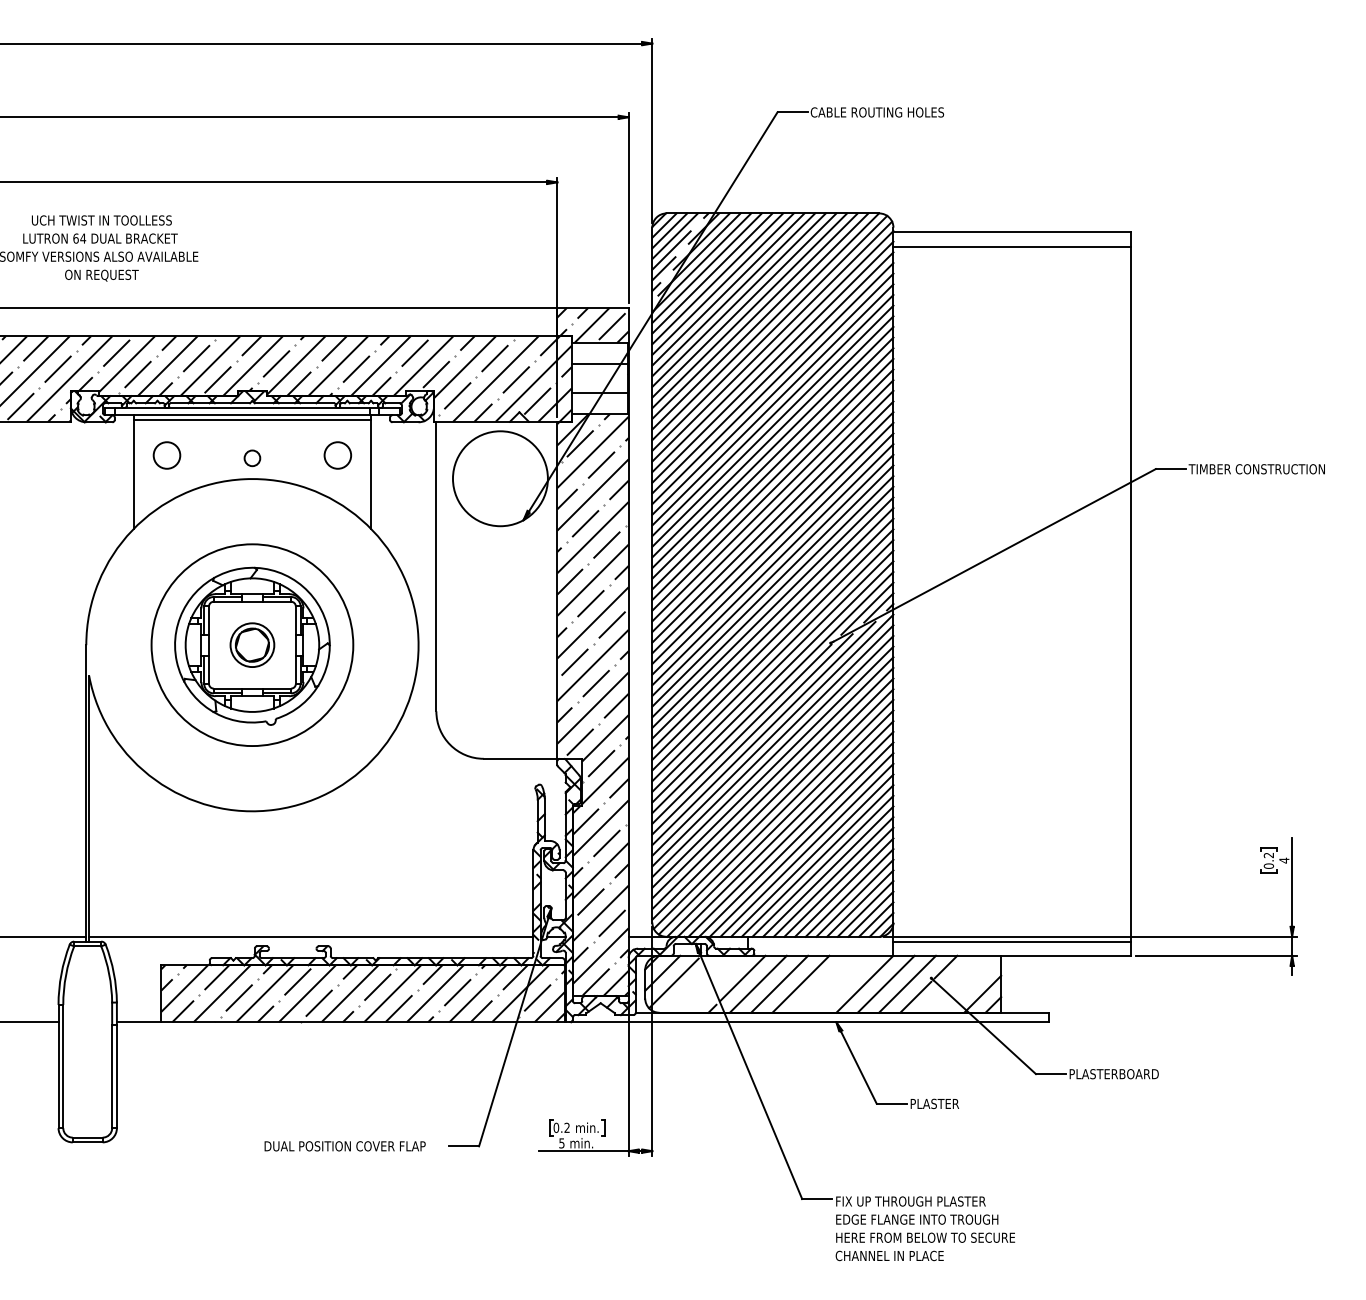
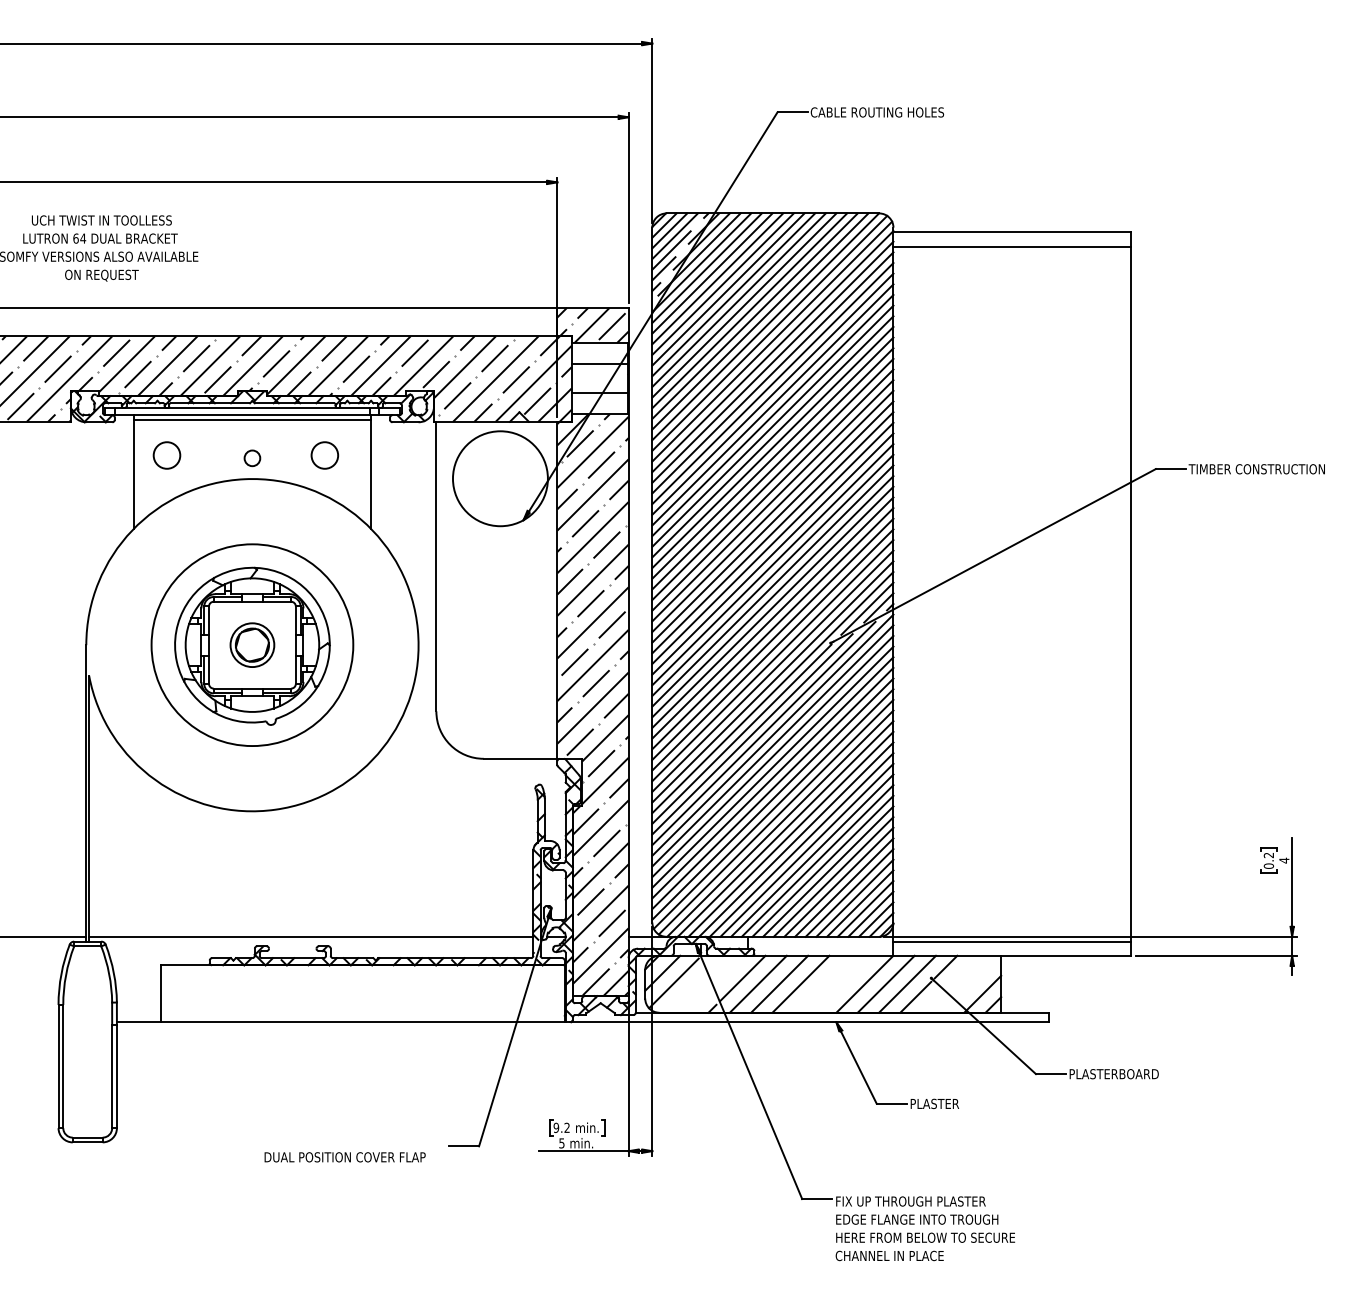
circle at (337, 455) position: (337, 455) -> (324, 455)
hatch at (362, 993): present -> none
line at (30, 1022): present -> none
text at (555, 1127): 0.2 -> 9.2
text at (344, 1146) position: (344, 1146) -> (344, 1157)
